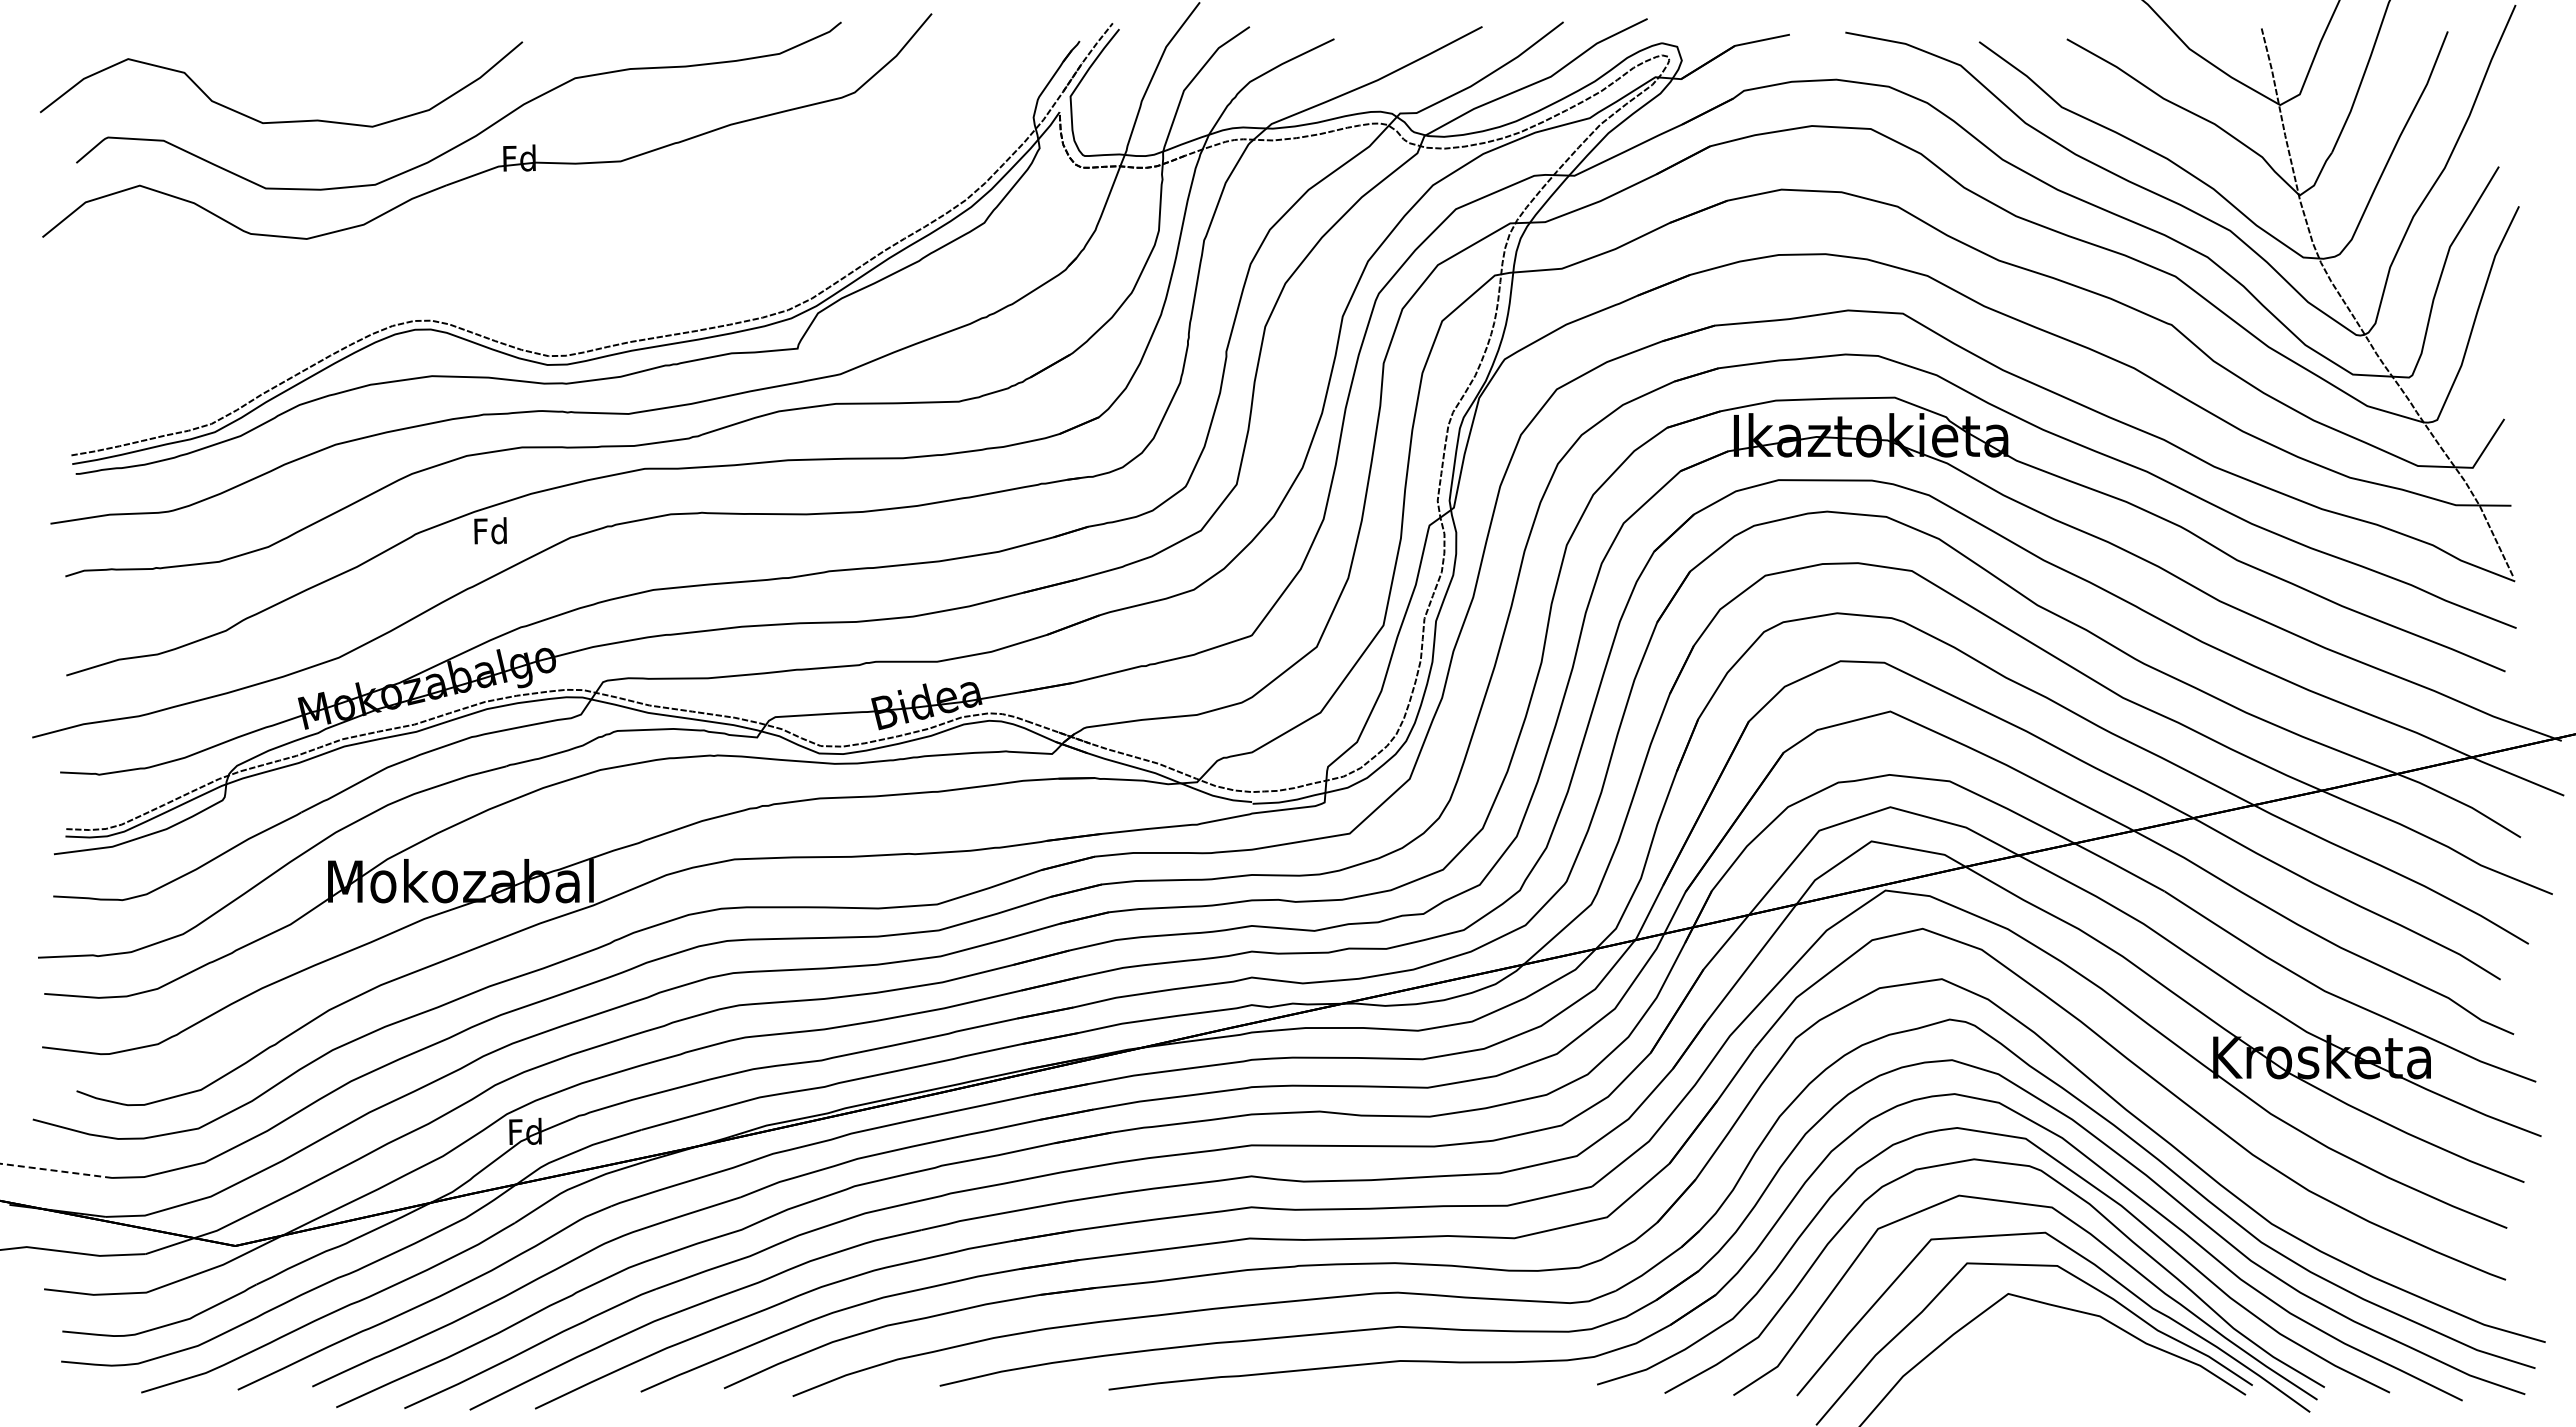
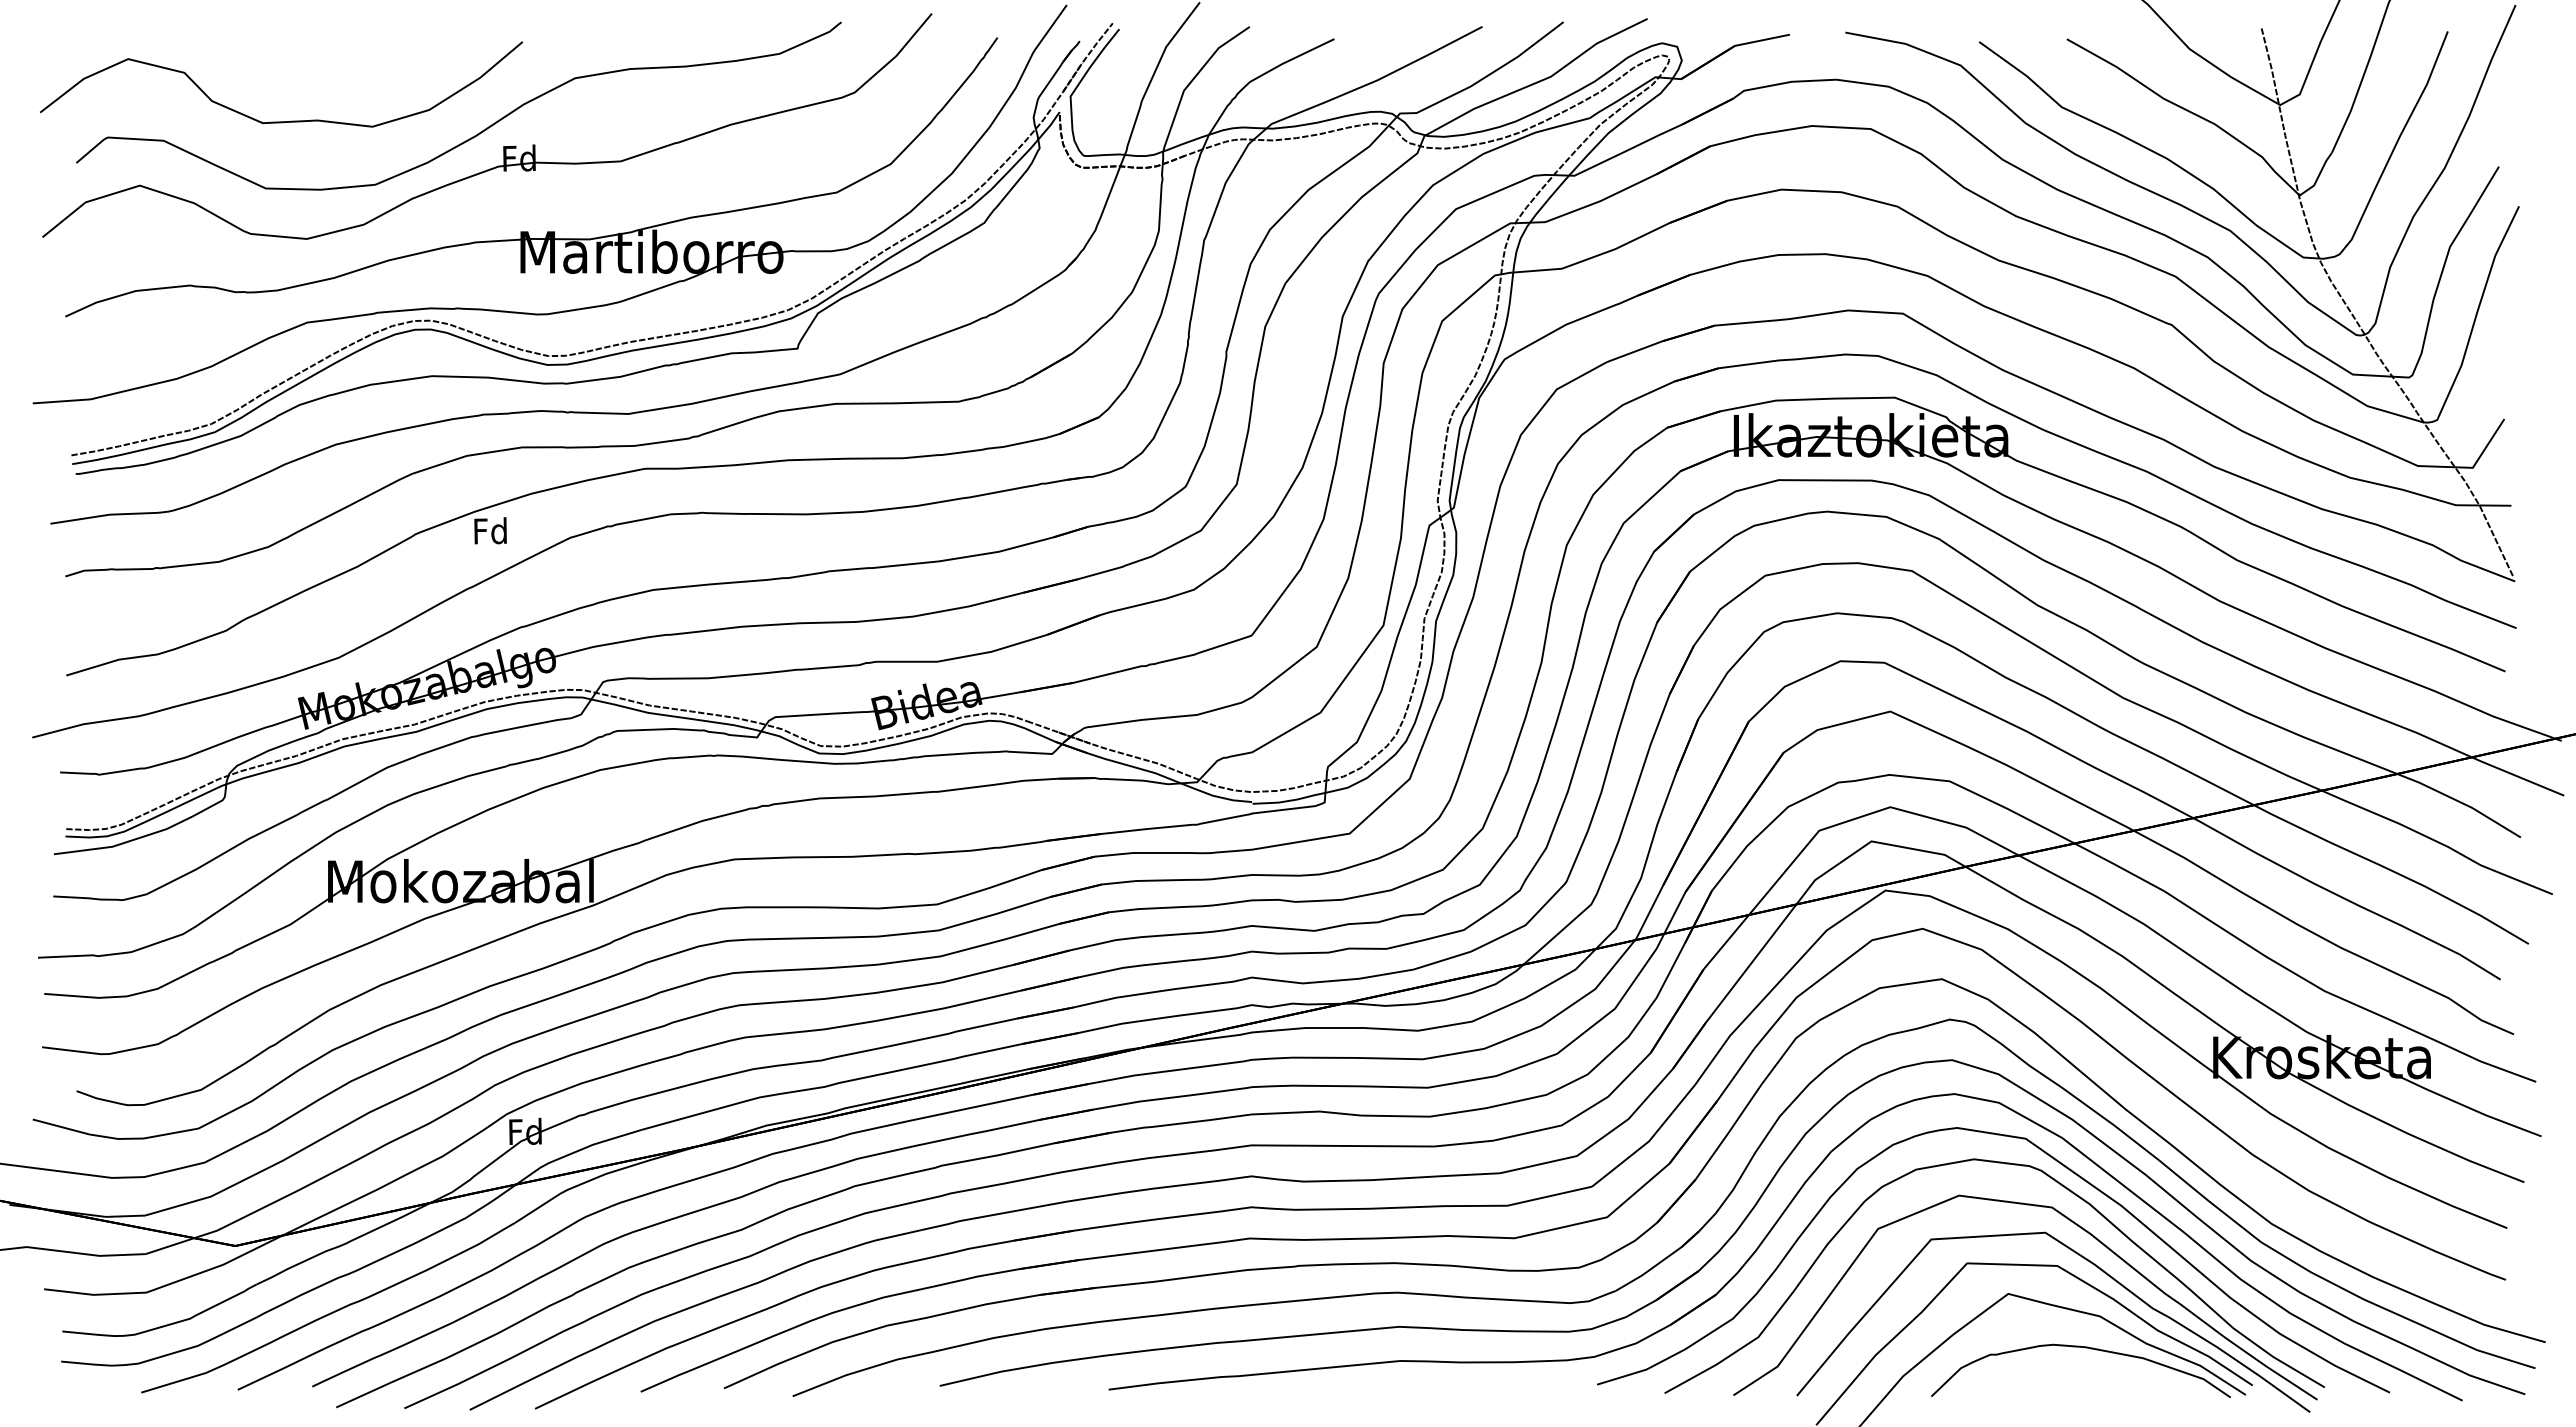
part at (549, 231): none -> present
line at (55, 1170): dashed -> solid
curve at (2085, 1348): none -> present
